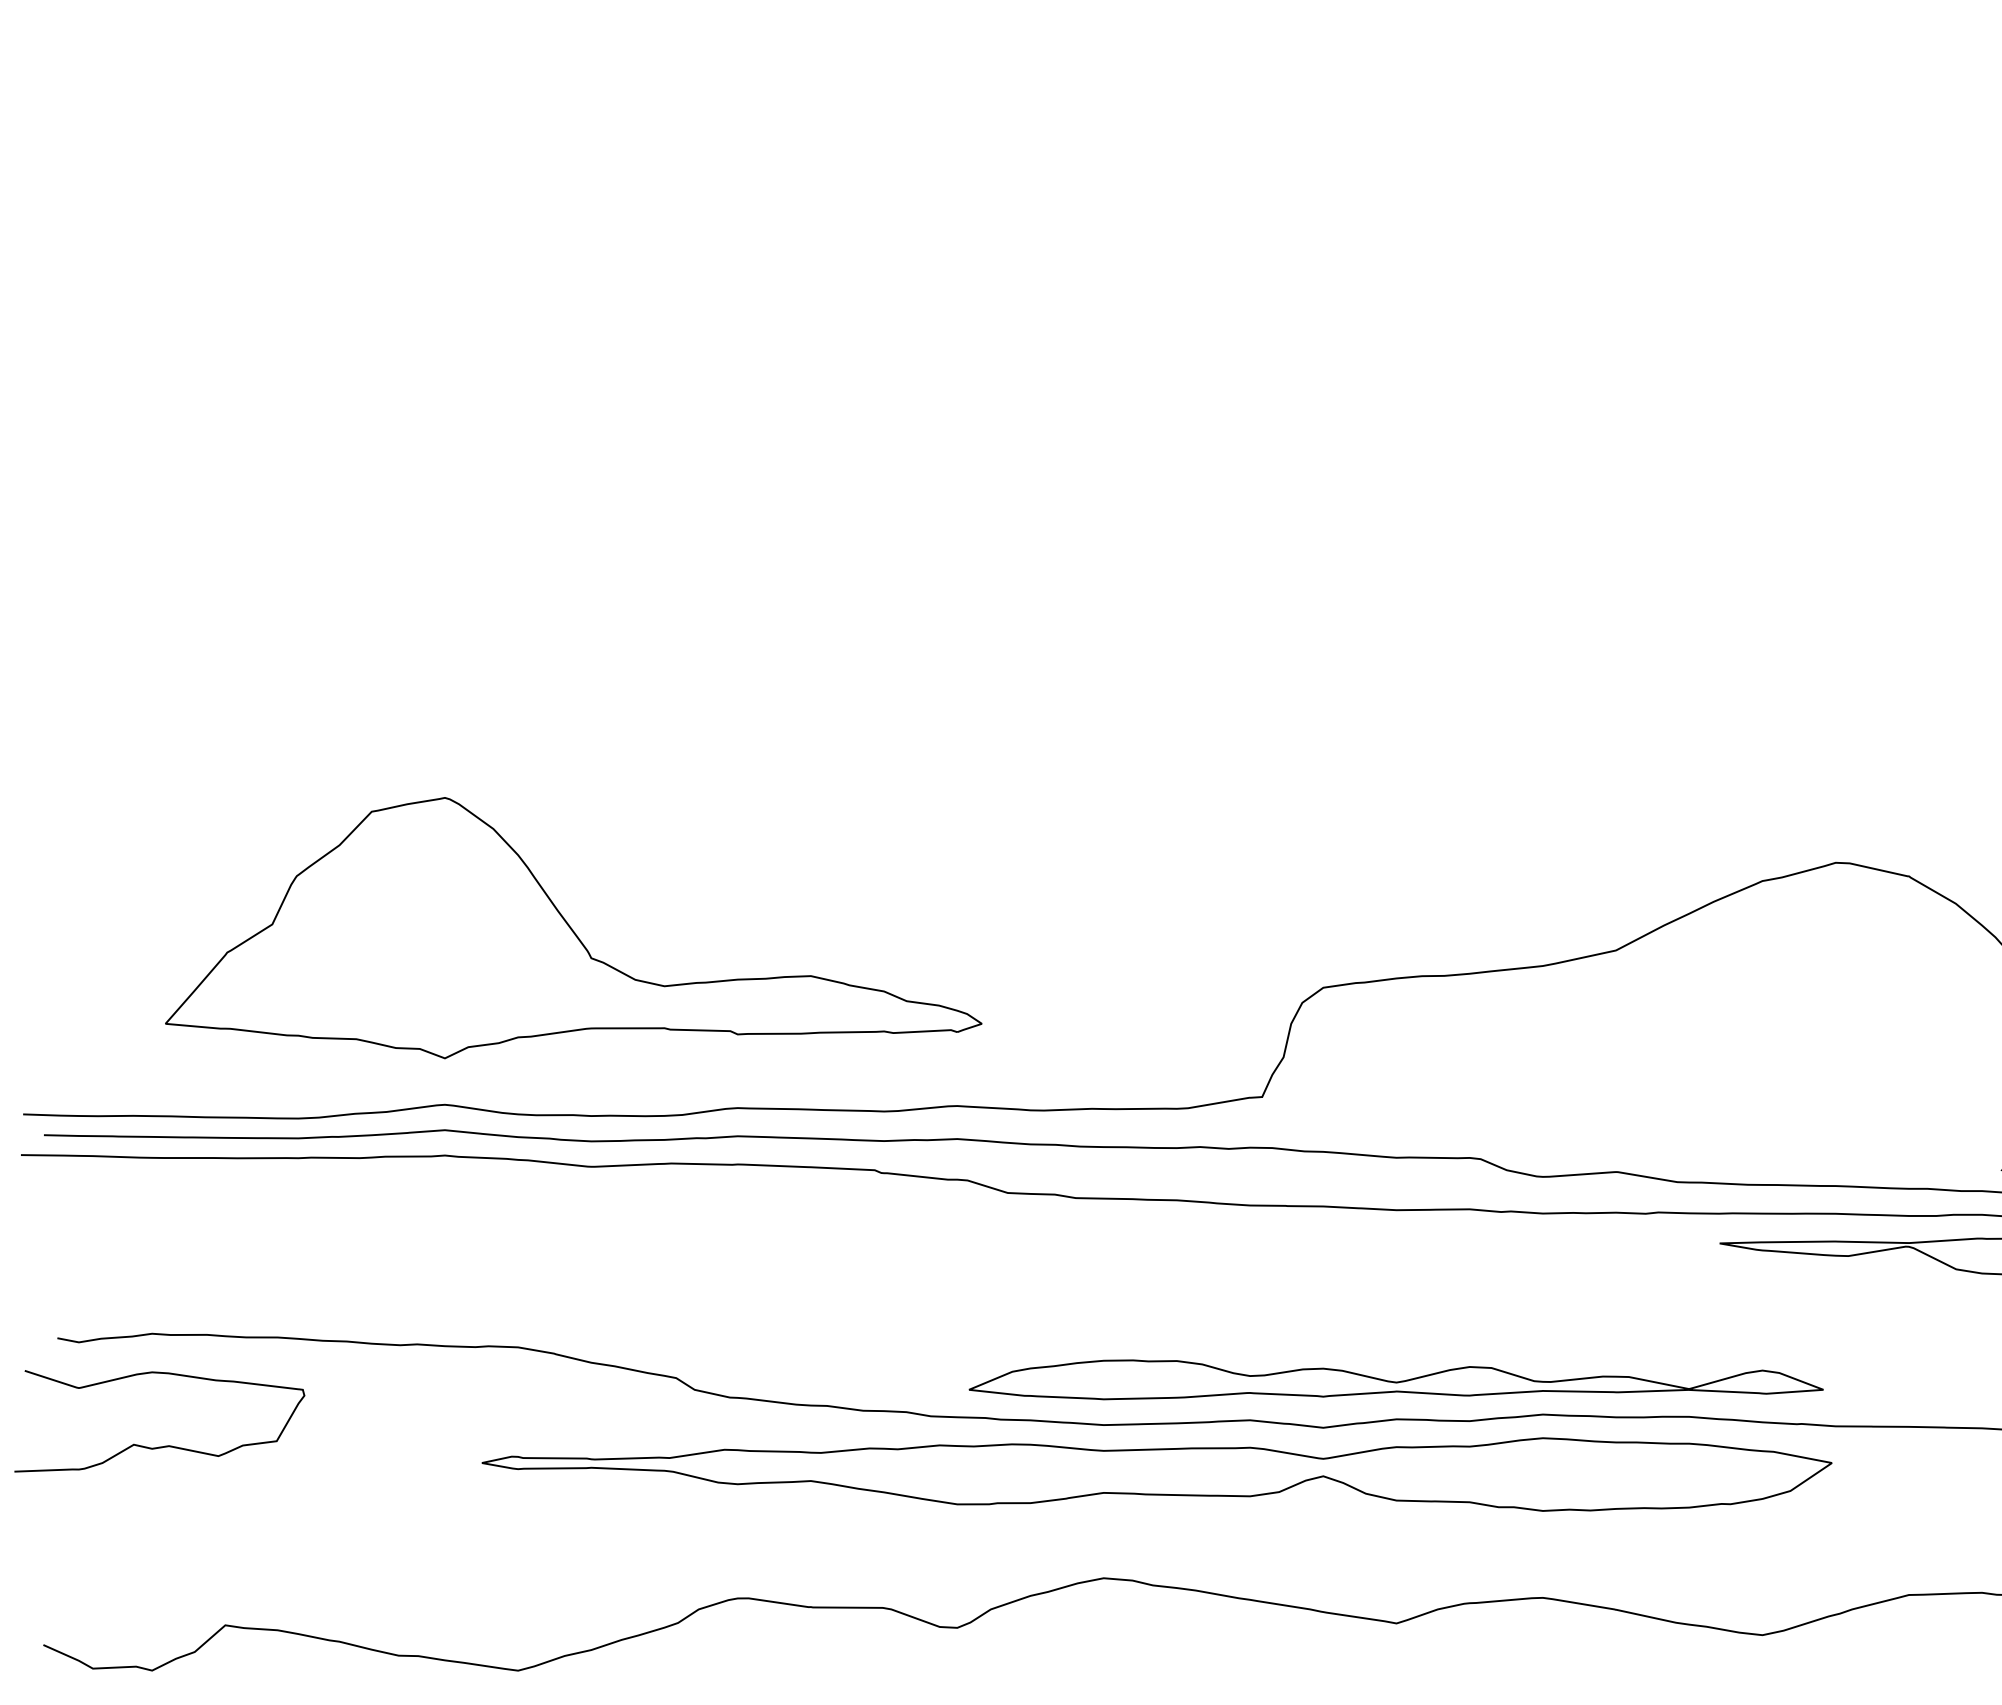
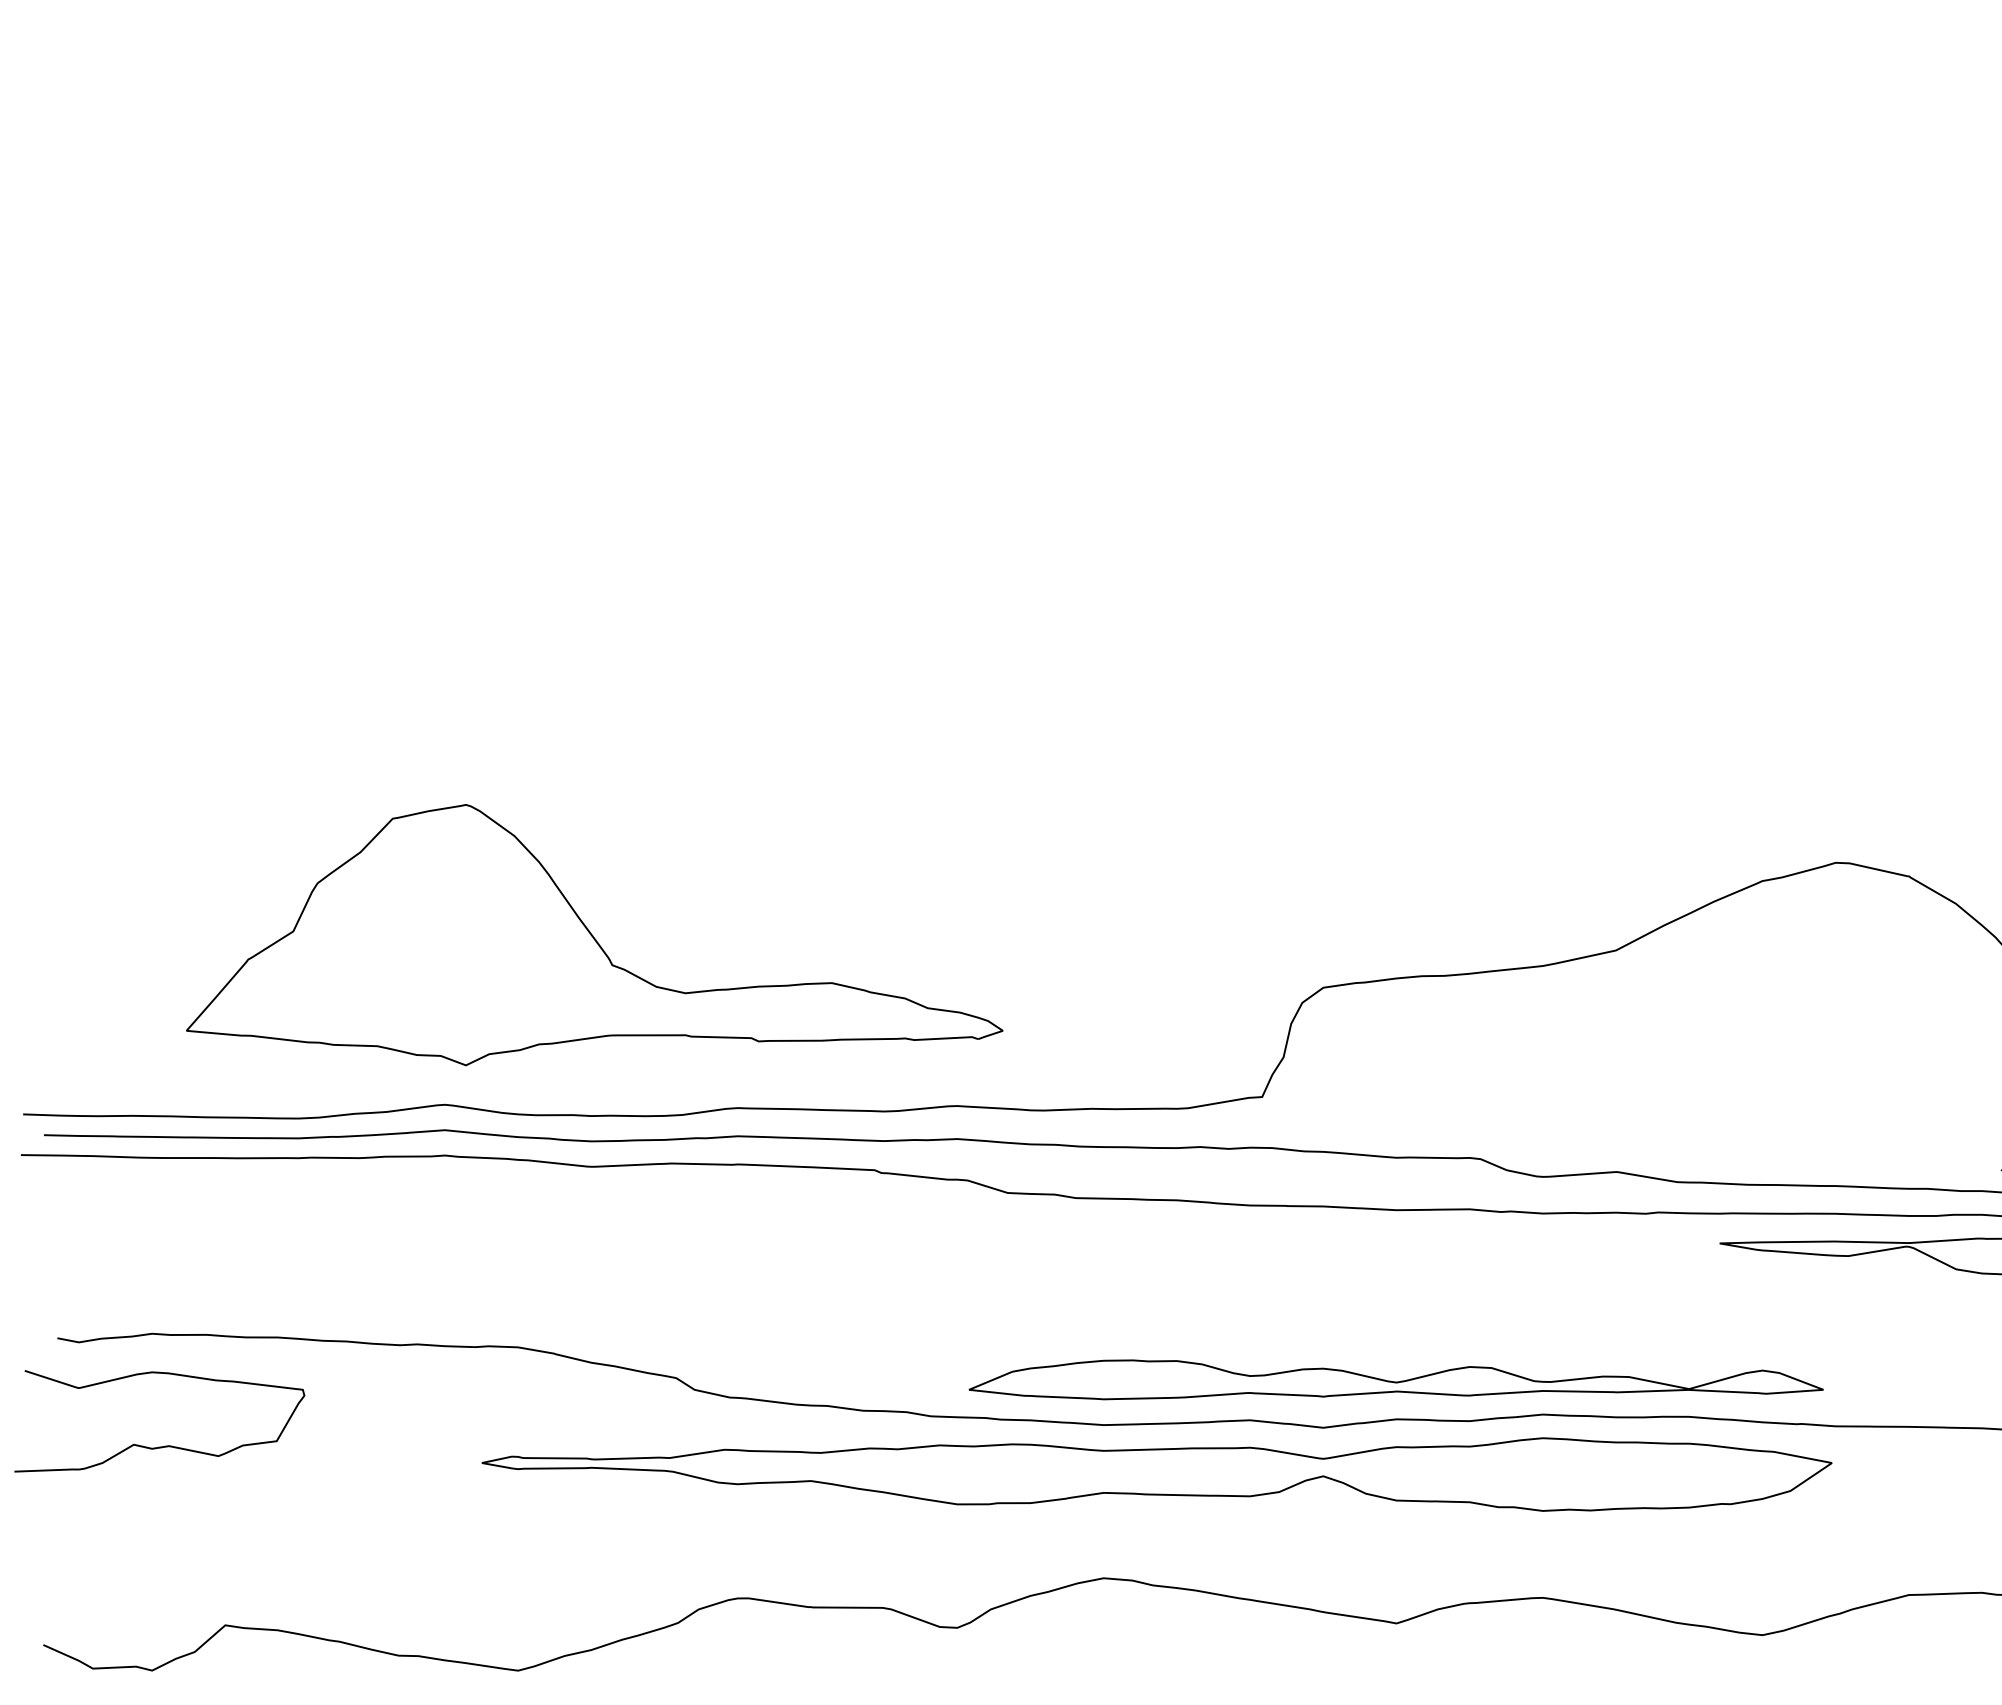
part at (573, 928) position: (573, 928) -> (594, 935)
